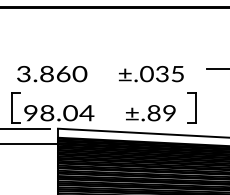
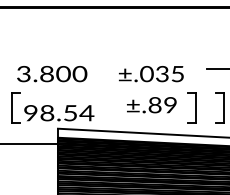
text at (63, 73): 3.860 -> 3.800
part at (219, 107): none -> present
text at (70, 113): 98.04 -> 98.54
text at (150, 113) position: (150, 113) -> (151, 105)
line at (25, 128): present -> none
